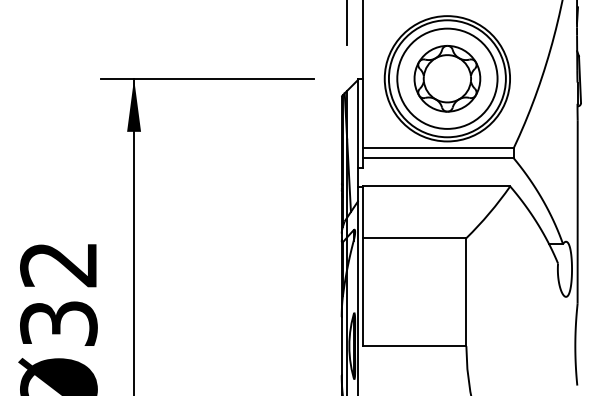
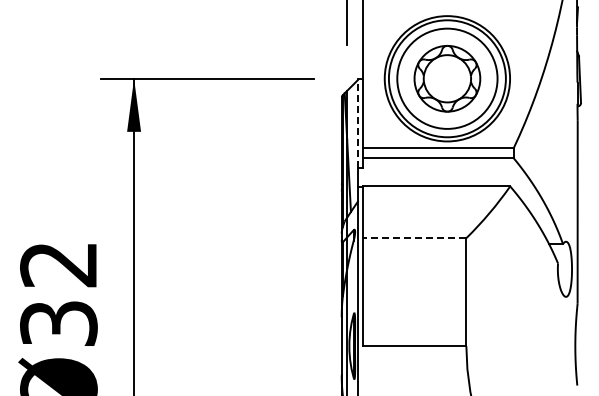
line at (358, 122): solid -> dashed
line at (414, 238): solid -> dashed
